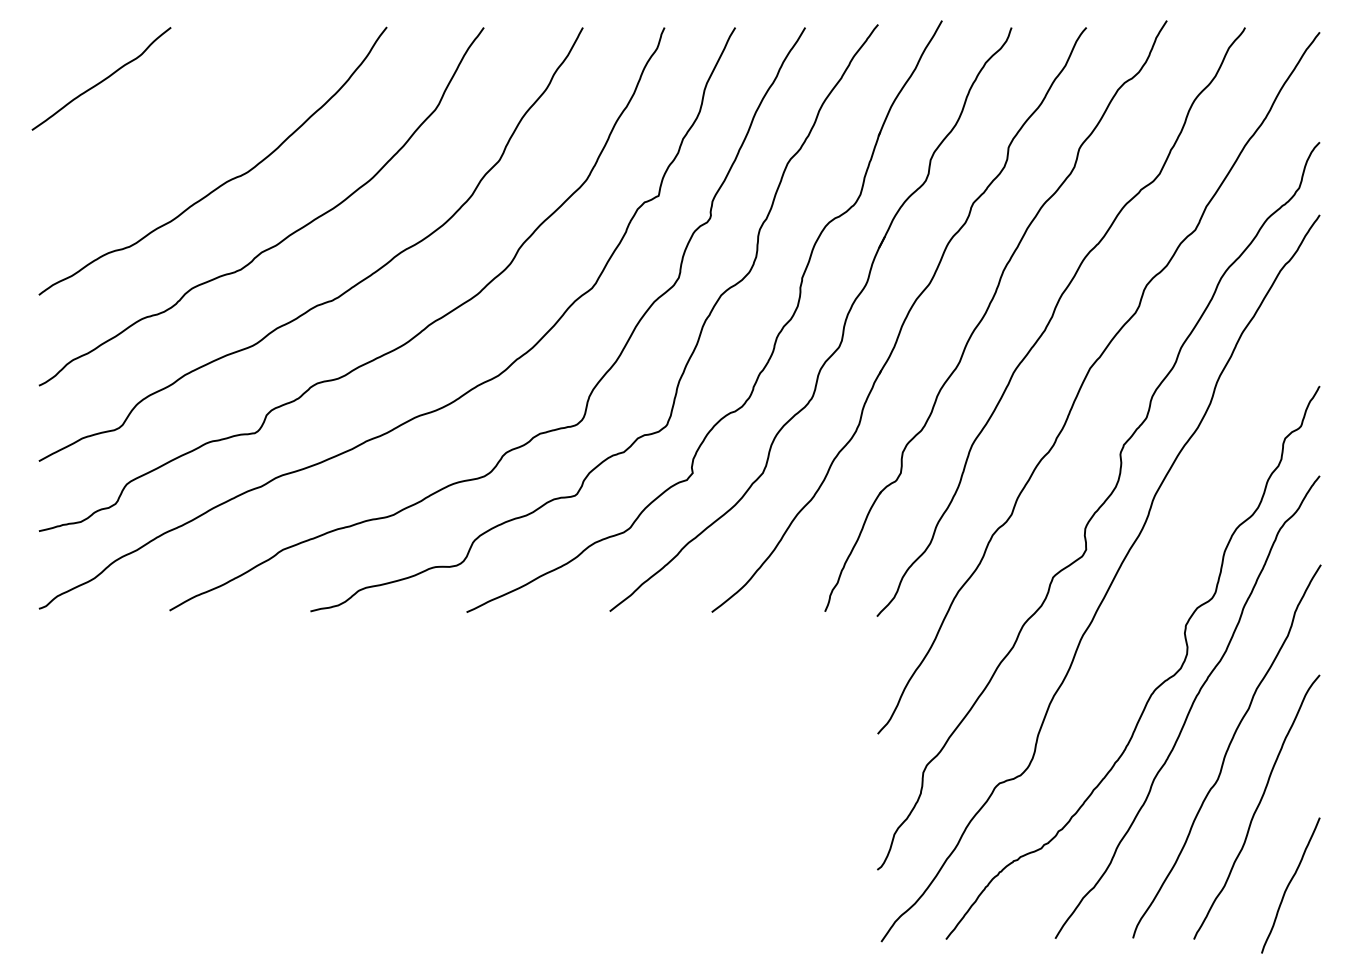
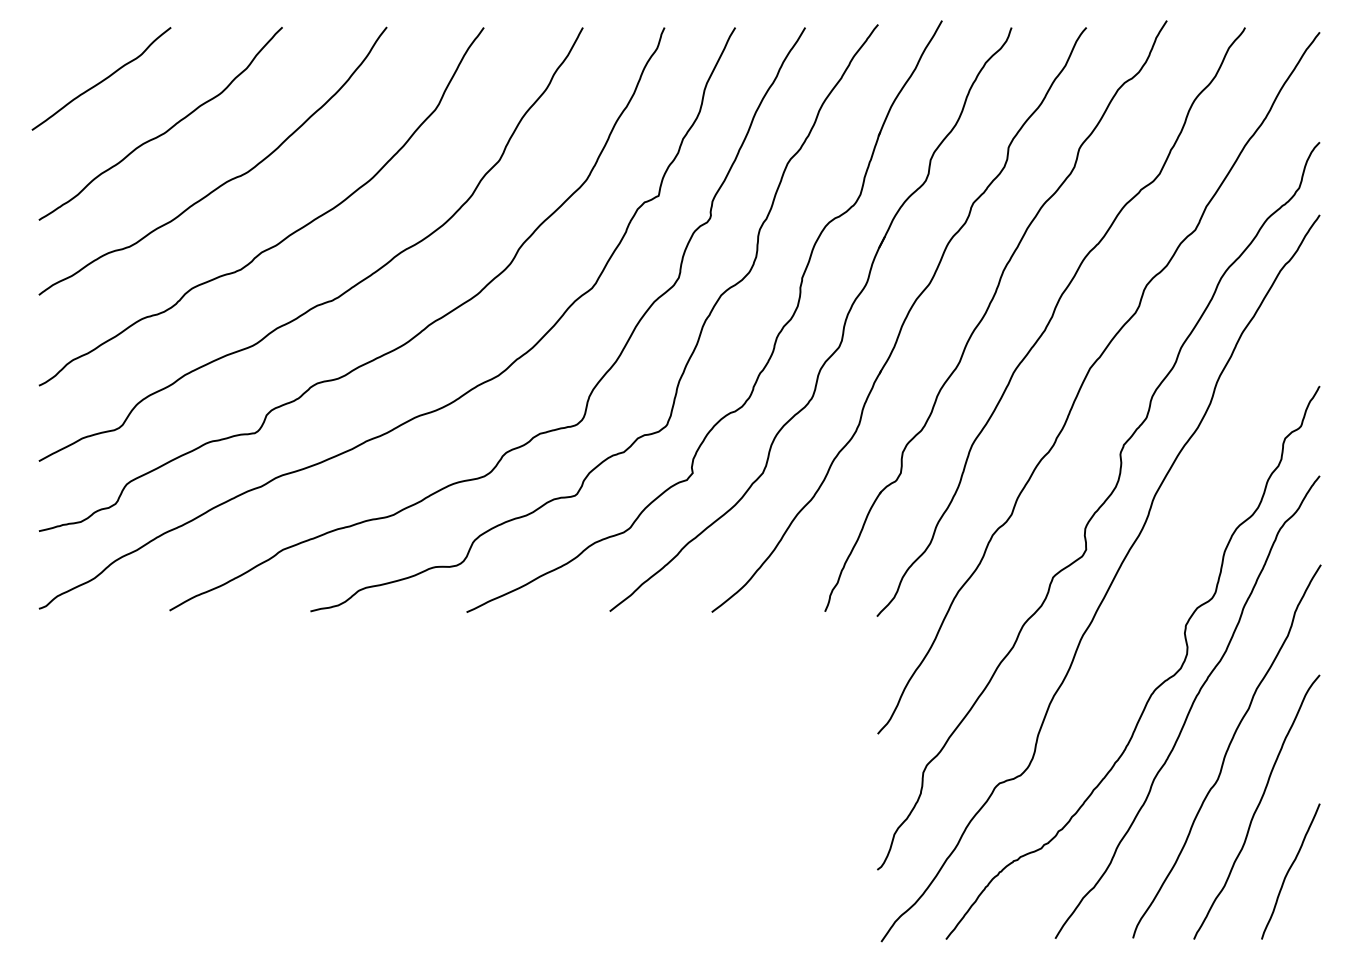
curve at (167, 129): none -> present
curve at (1289, 885) position: (1289, 885) -> (1289, 871)
